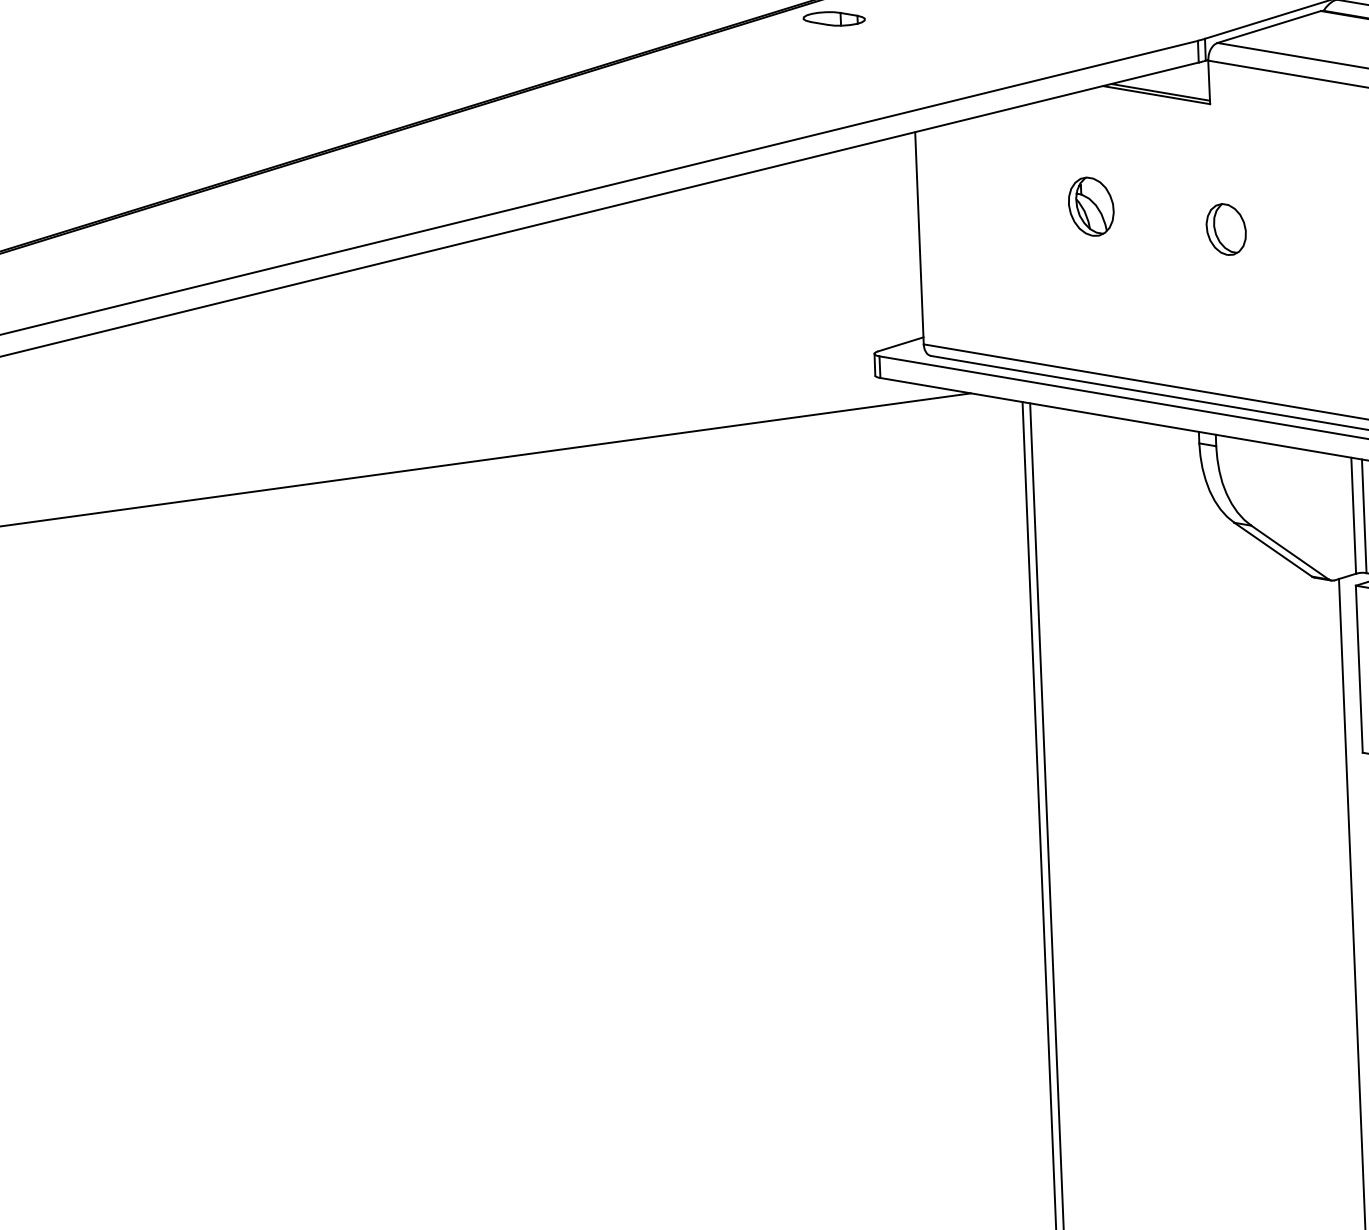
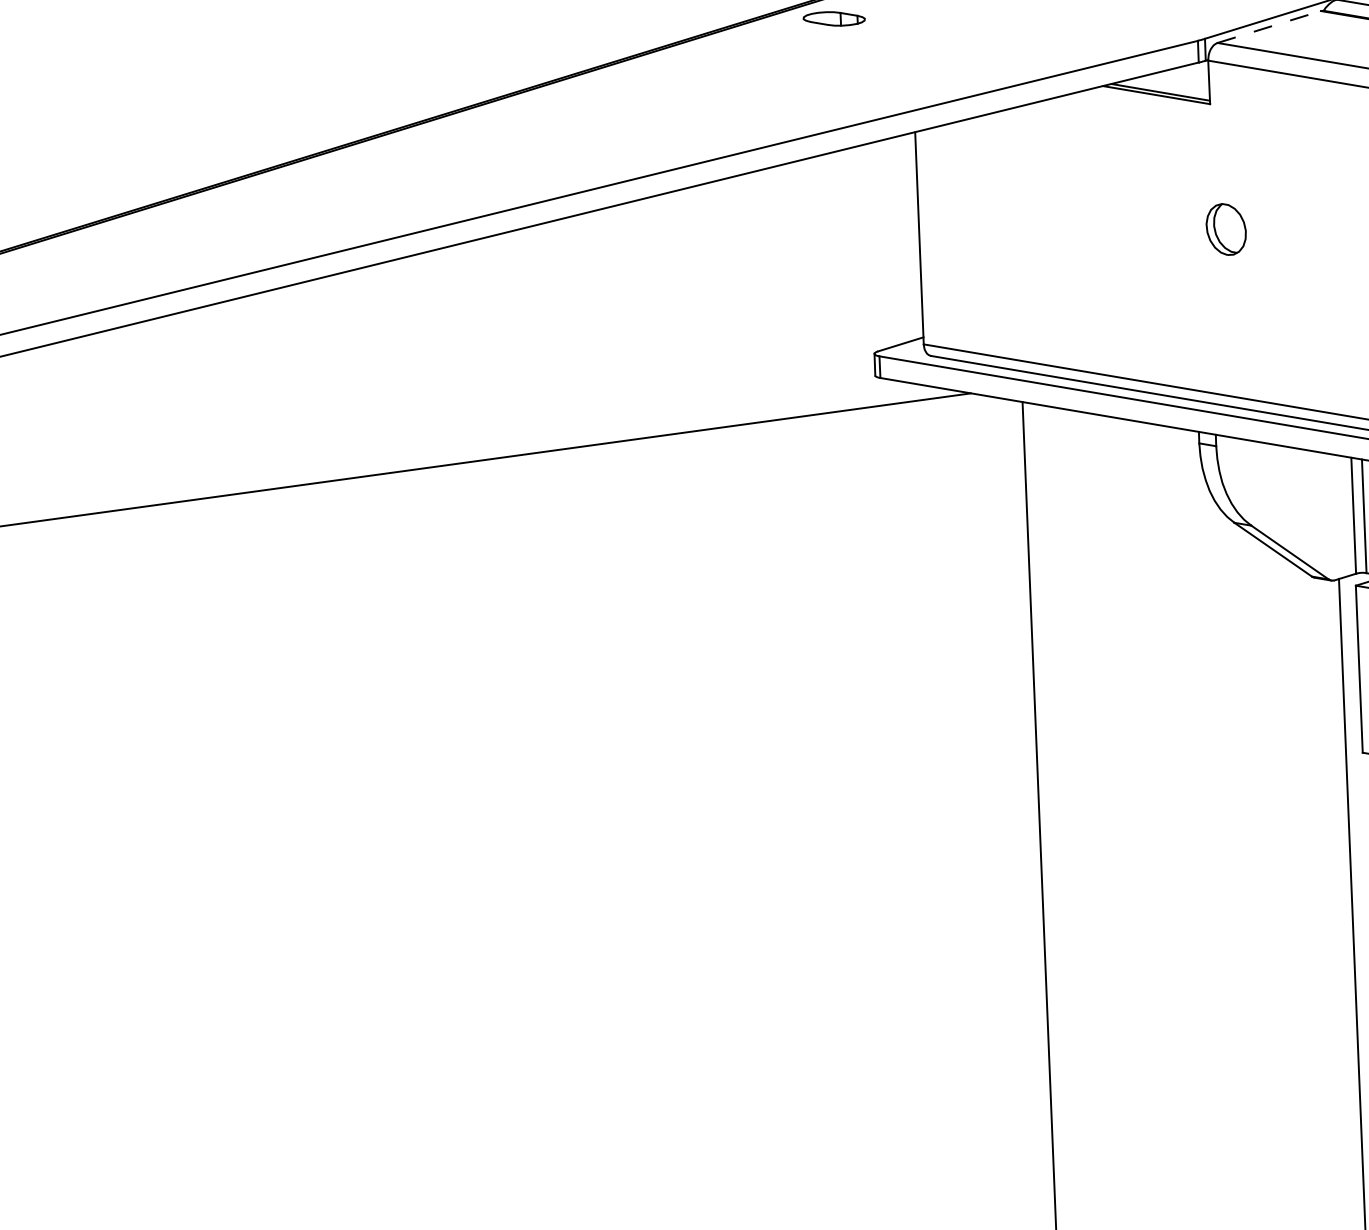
line at (1269, 26): solid -> dashed
part at (1091, 206): present -> none
line at (1046, 814): present -> none
